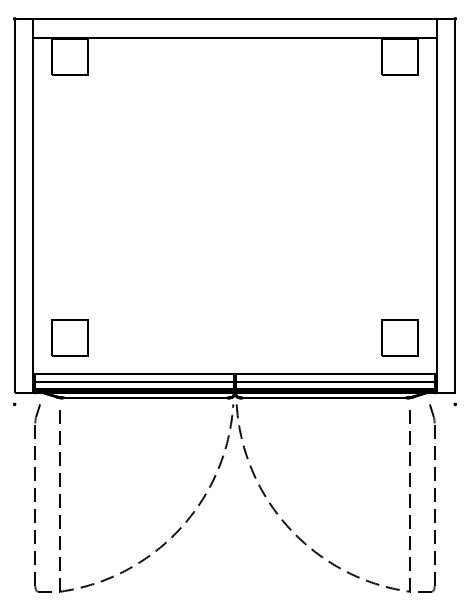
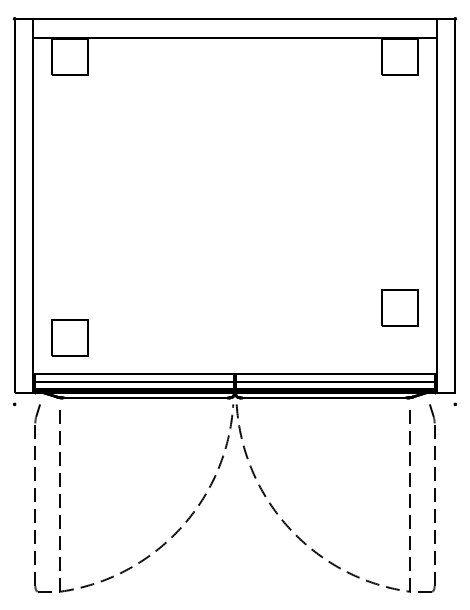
part at (399, 337) position: (399, 337) -> (399, 307)
